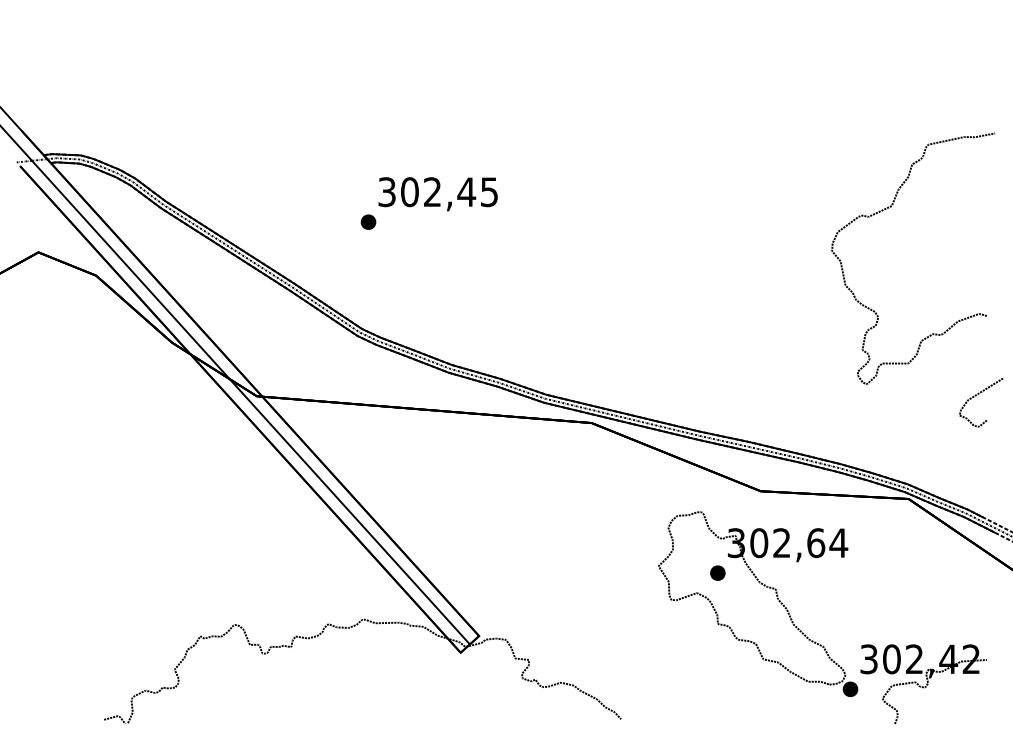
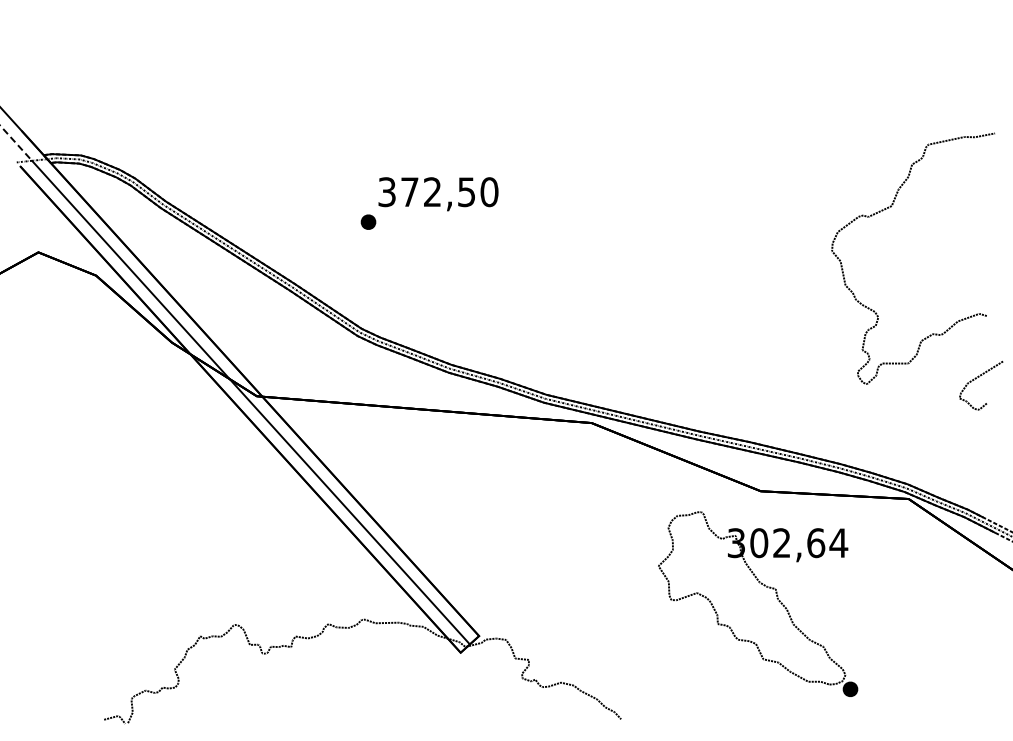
line at (16, 143): solid -> dashed
text at (449, 192): 302,45 -> 372,50
curve at (976, 396) position: (976, 396) -> (976, 379)
part at (717, 572): present -> none
part at (923, 684): present -> none
